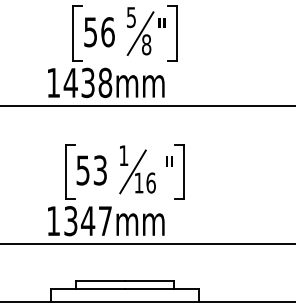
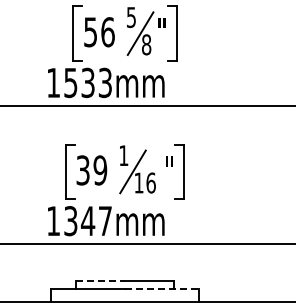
text at (87, 82): 1438mm -> 1533mm
text at (92, 170): 53 -> 39
line at (101, 280): solid -> dashed
line at (161, 289): solid -> dashed
